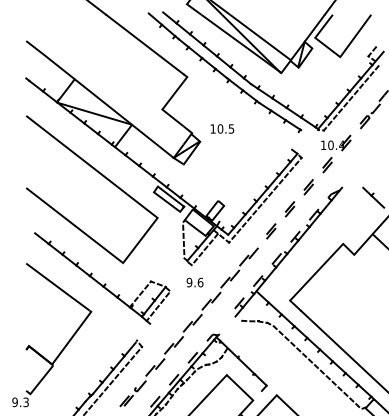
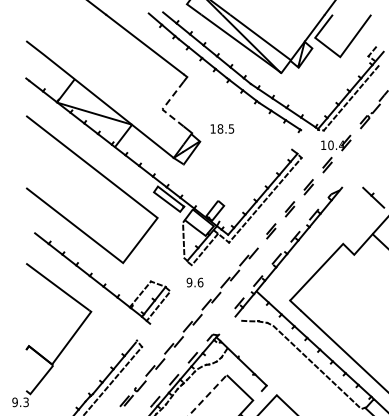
line at (164, 107): solid -> dashed
text at (220, 128): 10.5 -> 18.5
line at (207, 395): solid -> dashed
